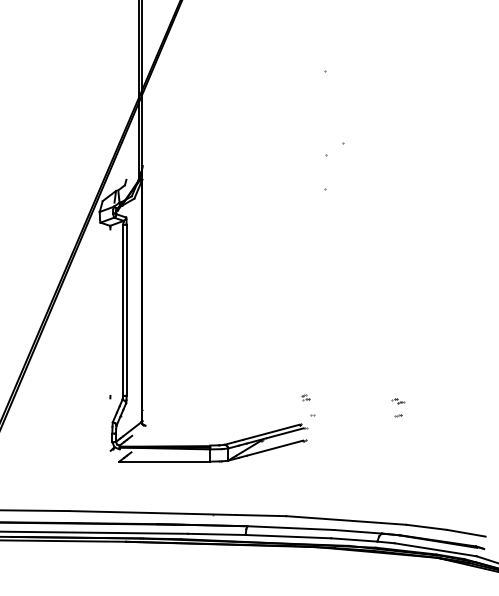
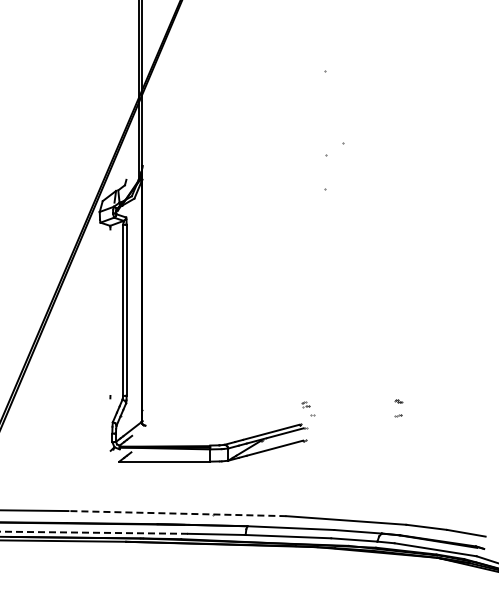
part at (305, 397) position: (305, 397) -> (305, 404)
part at (398, 401) size: 15x7 px -> 10x5 px
line at (177, 513): solid -> dashed
line at (94, 532): solid -> dashed
